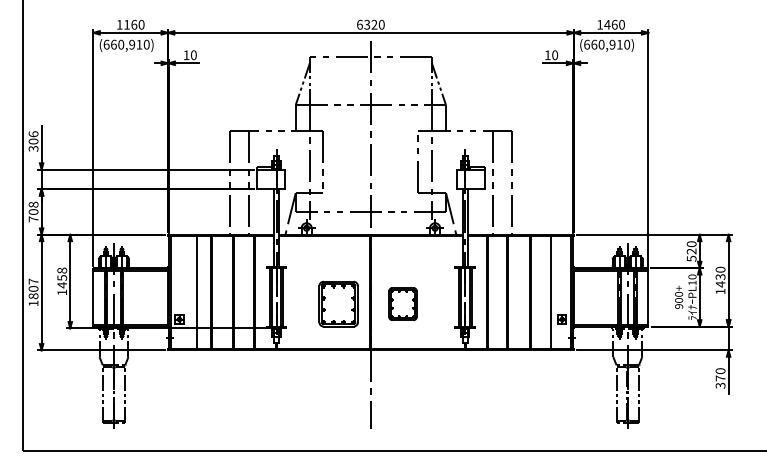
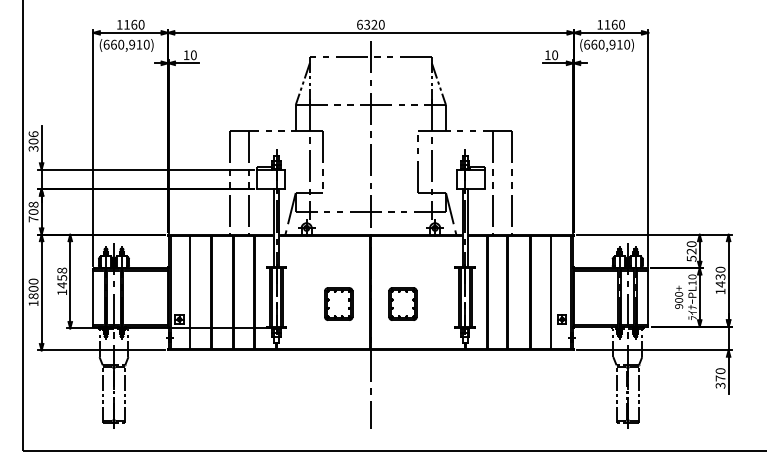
text at (607, 24): 1460 -> 1160
text at (33, 281): 1807 -> 1800
line at (197, 292) position: (197, 292) -> (190, 292)
part at (338, 303) size: 41x48 px -> 30x34 px
